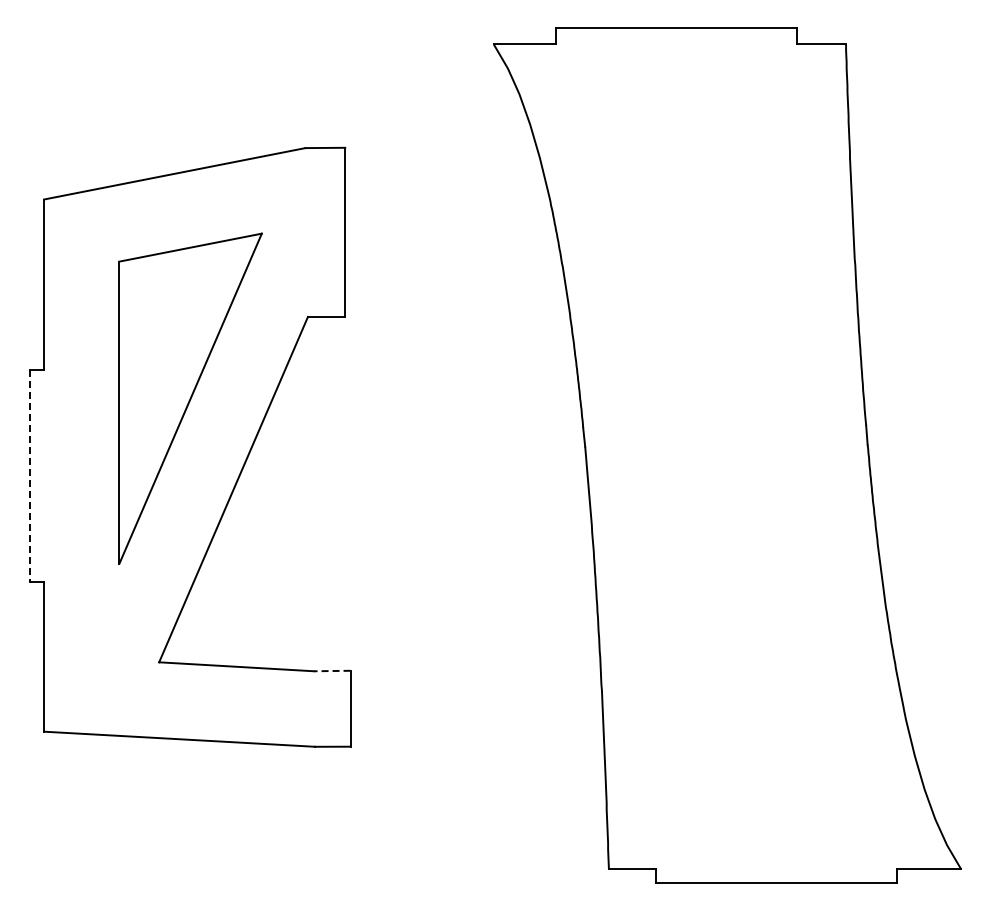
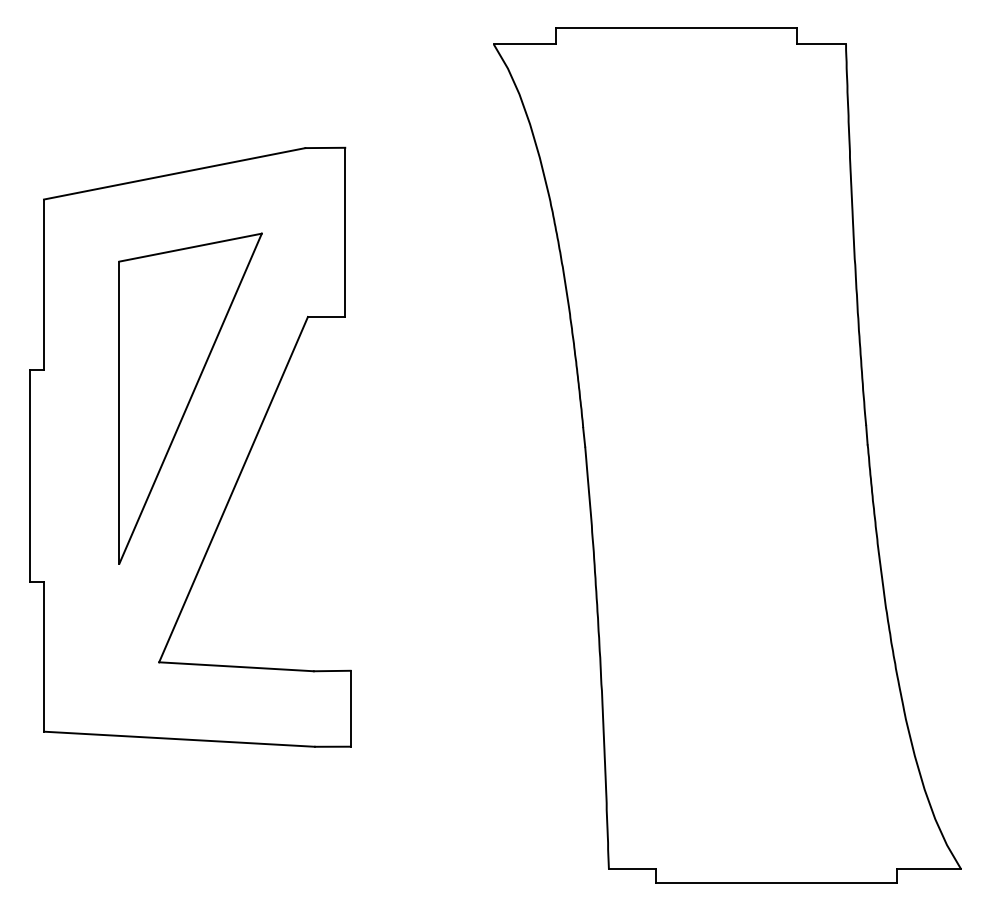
line at (29, 476): dashed -> solid
line at (331, 671): dashed -> solid
